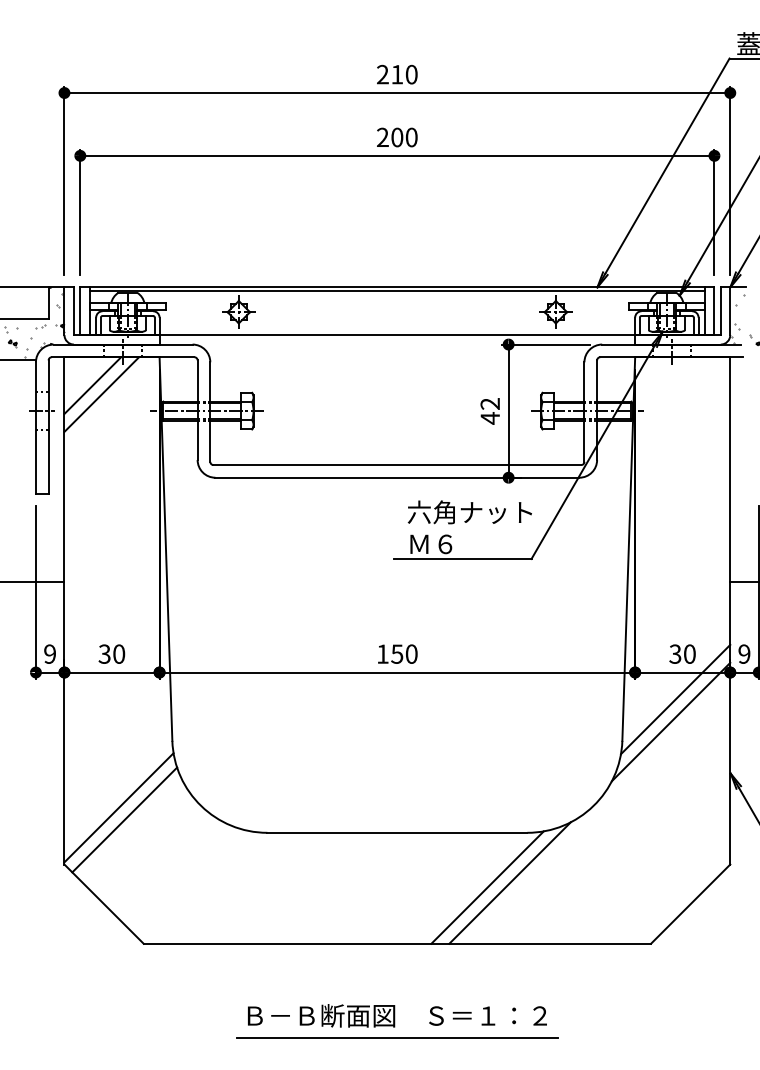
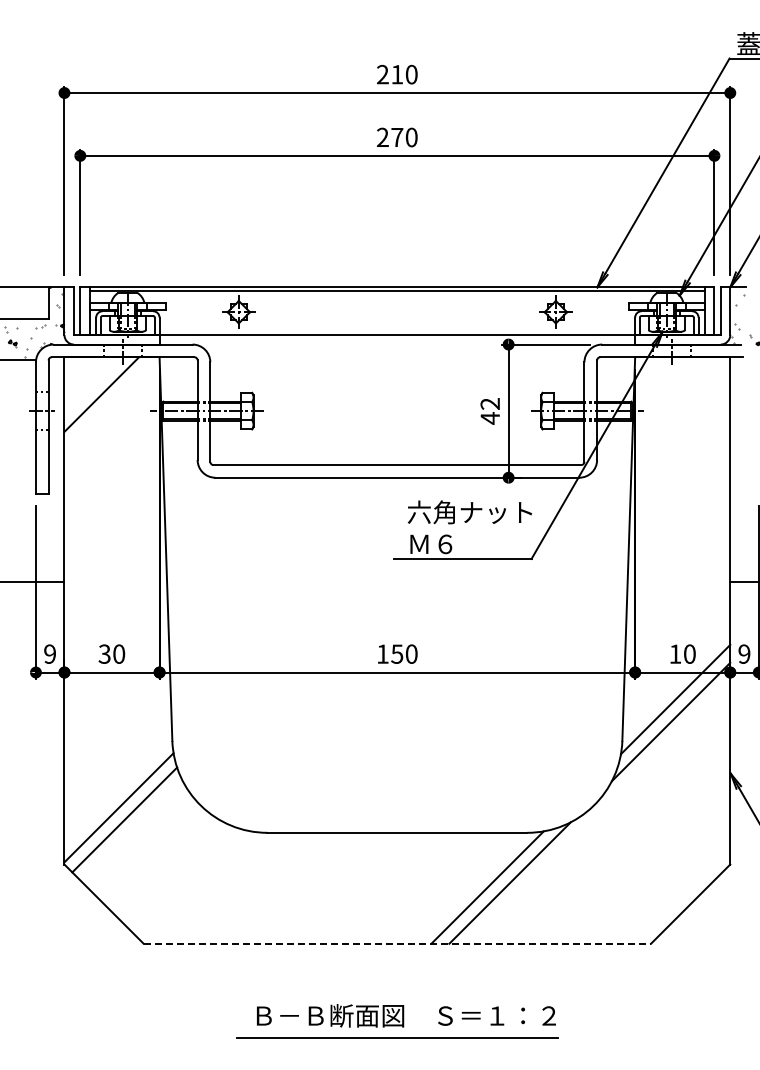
text at (397, 137): 200 -> 270
line at (92, 385): present -> none
text at (675, 653): 30 -> 10
line at (397, 943): solid -> dashed
text at (397, 1015) position: (397, 1015) -> (406, 1015)
